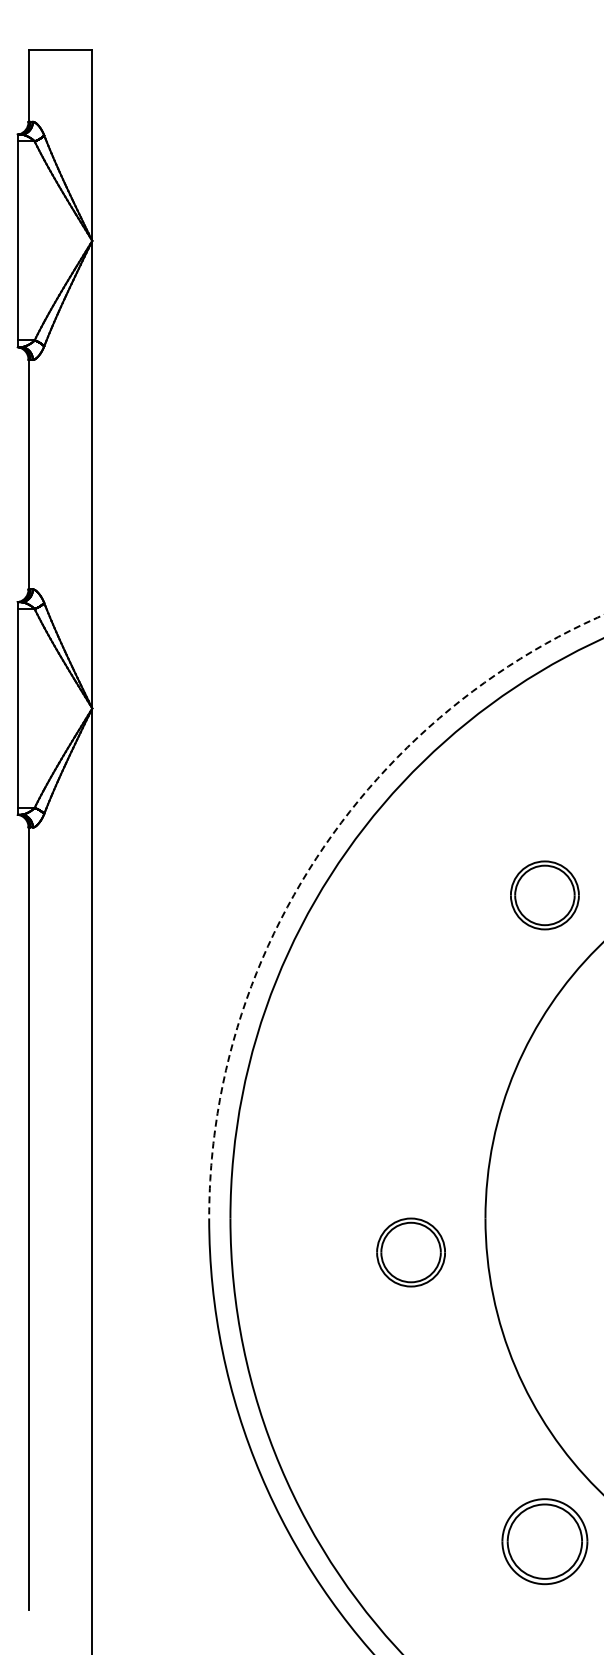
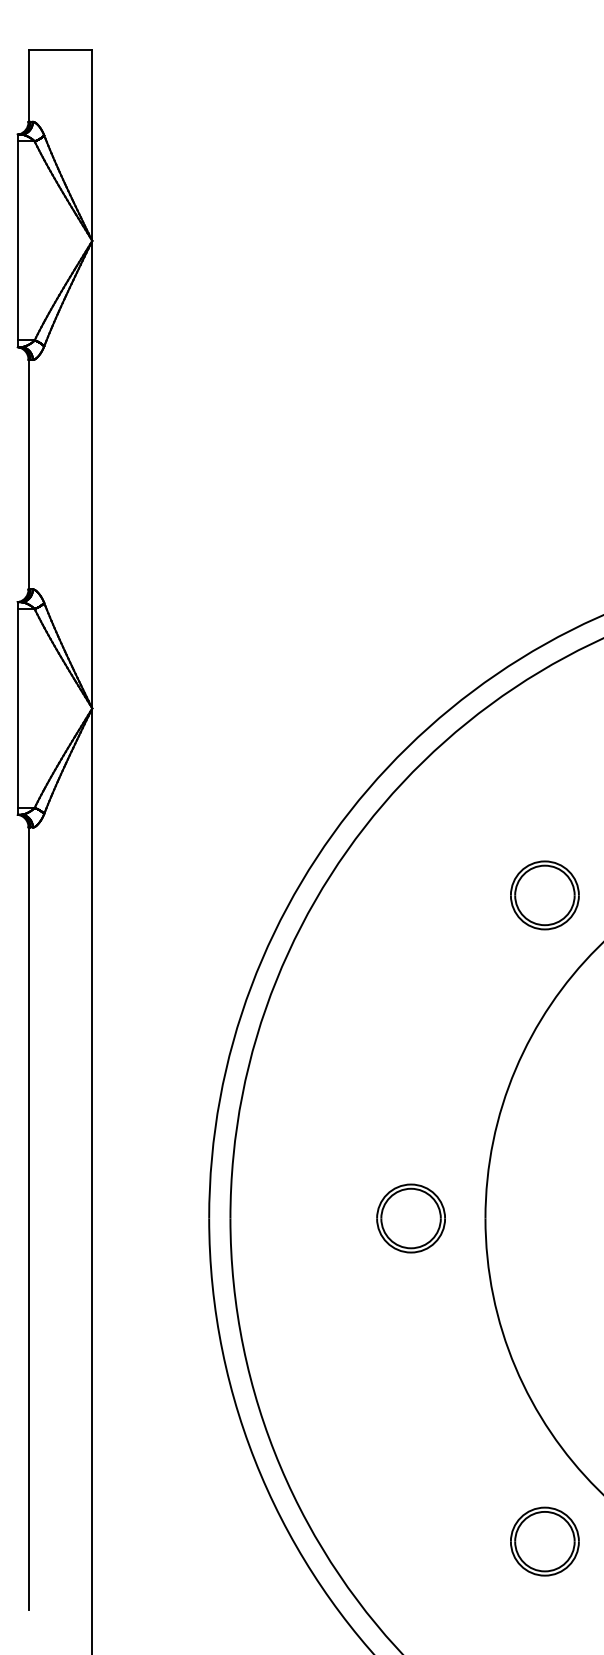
arc at (317, 857): dashed -> solid
part at (410, 1252) position: (410, 1252) -> (410, 1218)
part at (544, 1541) size: 88x88 px -> 70x71 px
